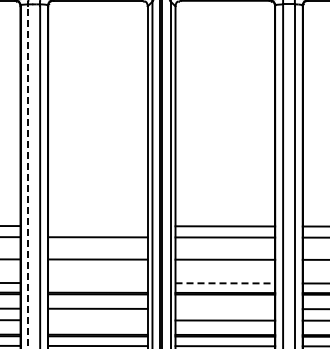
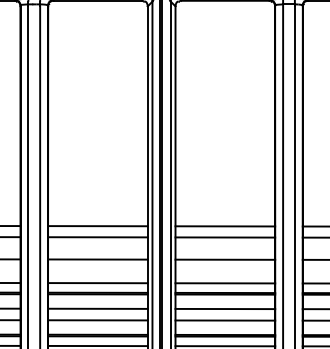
line at (28, 177): dashed -> solid
line at (97, 226): none -> present
line at (97, 283): none -> present
line at (225, 283): dashed -> solid
line at (225, 308): none -> present
line at (97, 320): none -> present
